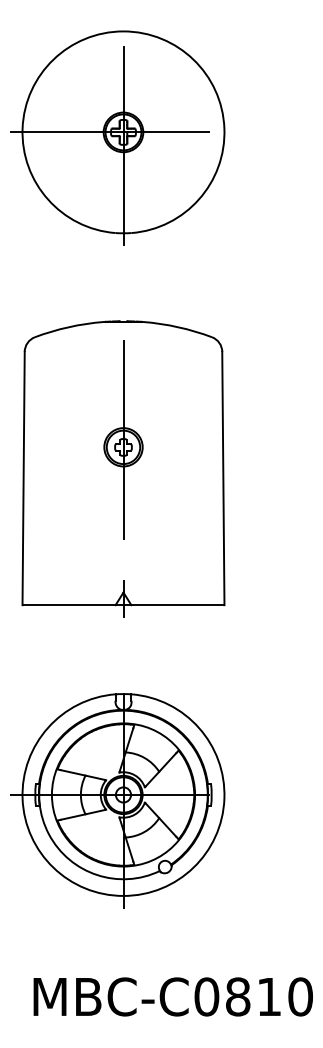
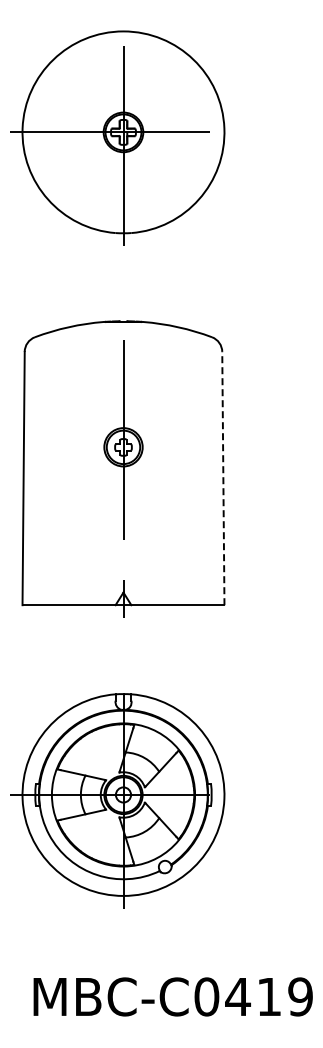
line at (223, 478): solid -> dashed
text at (268, 996): MBC-C0810 -> MBC-C0419
